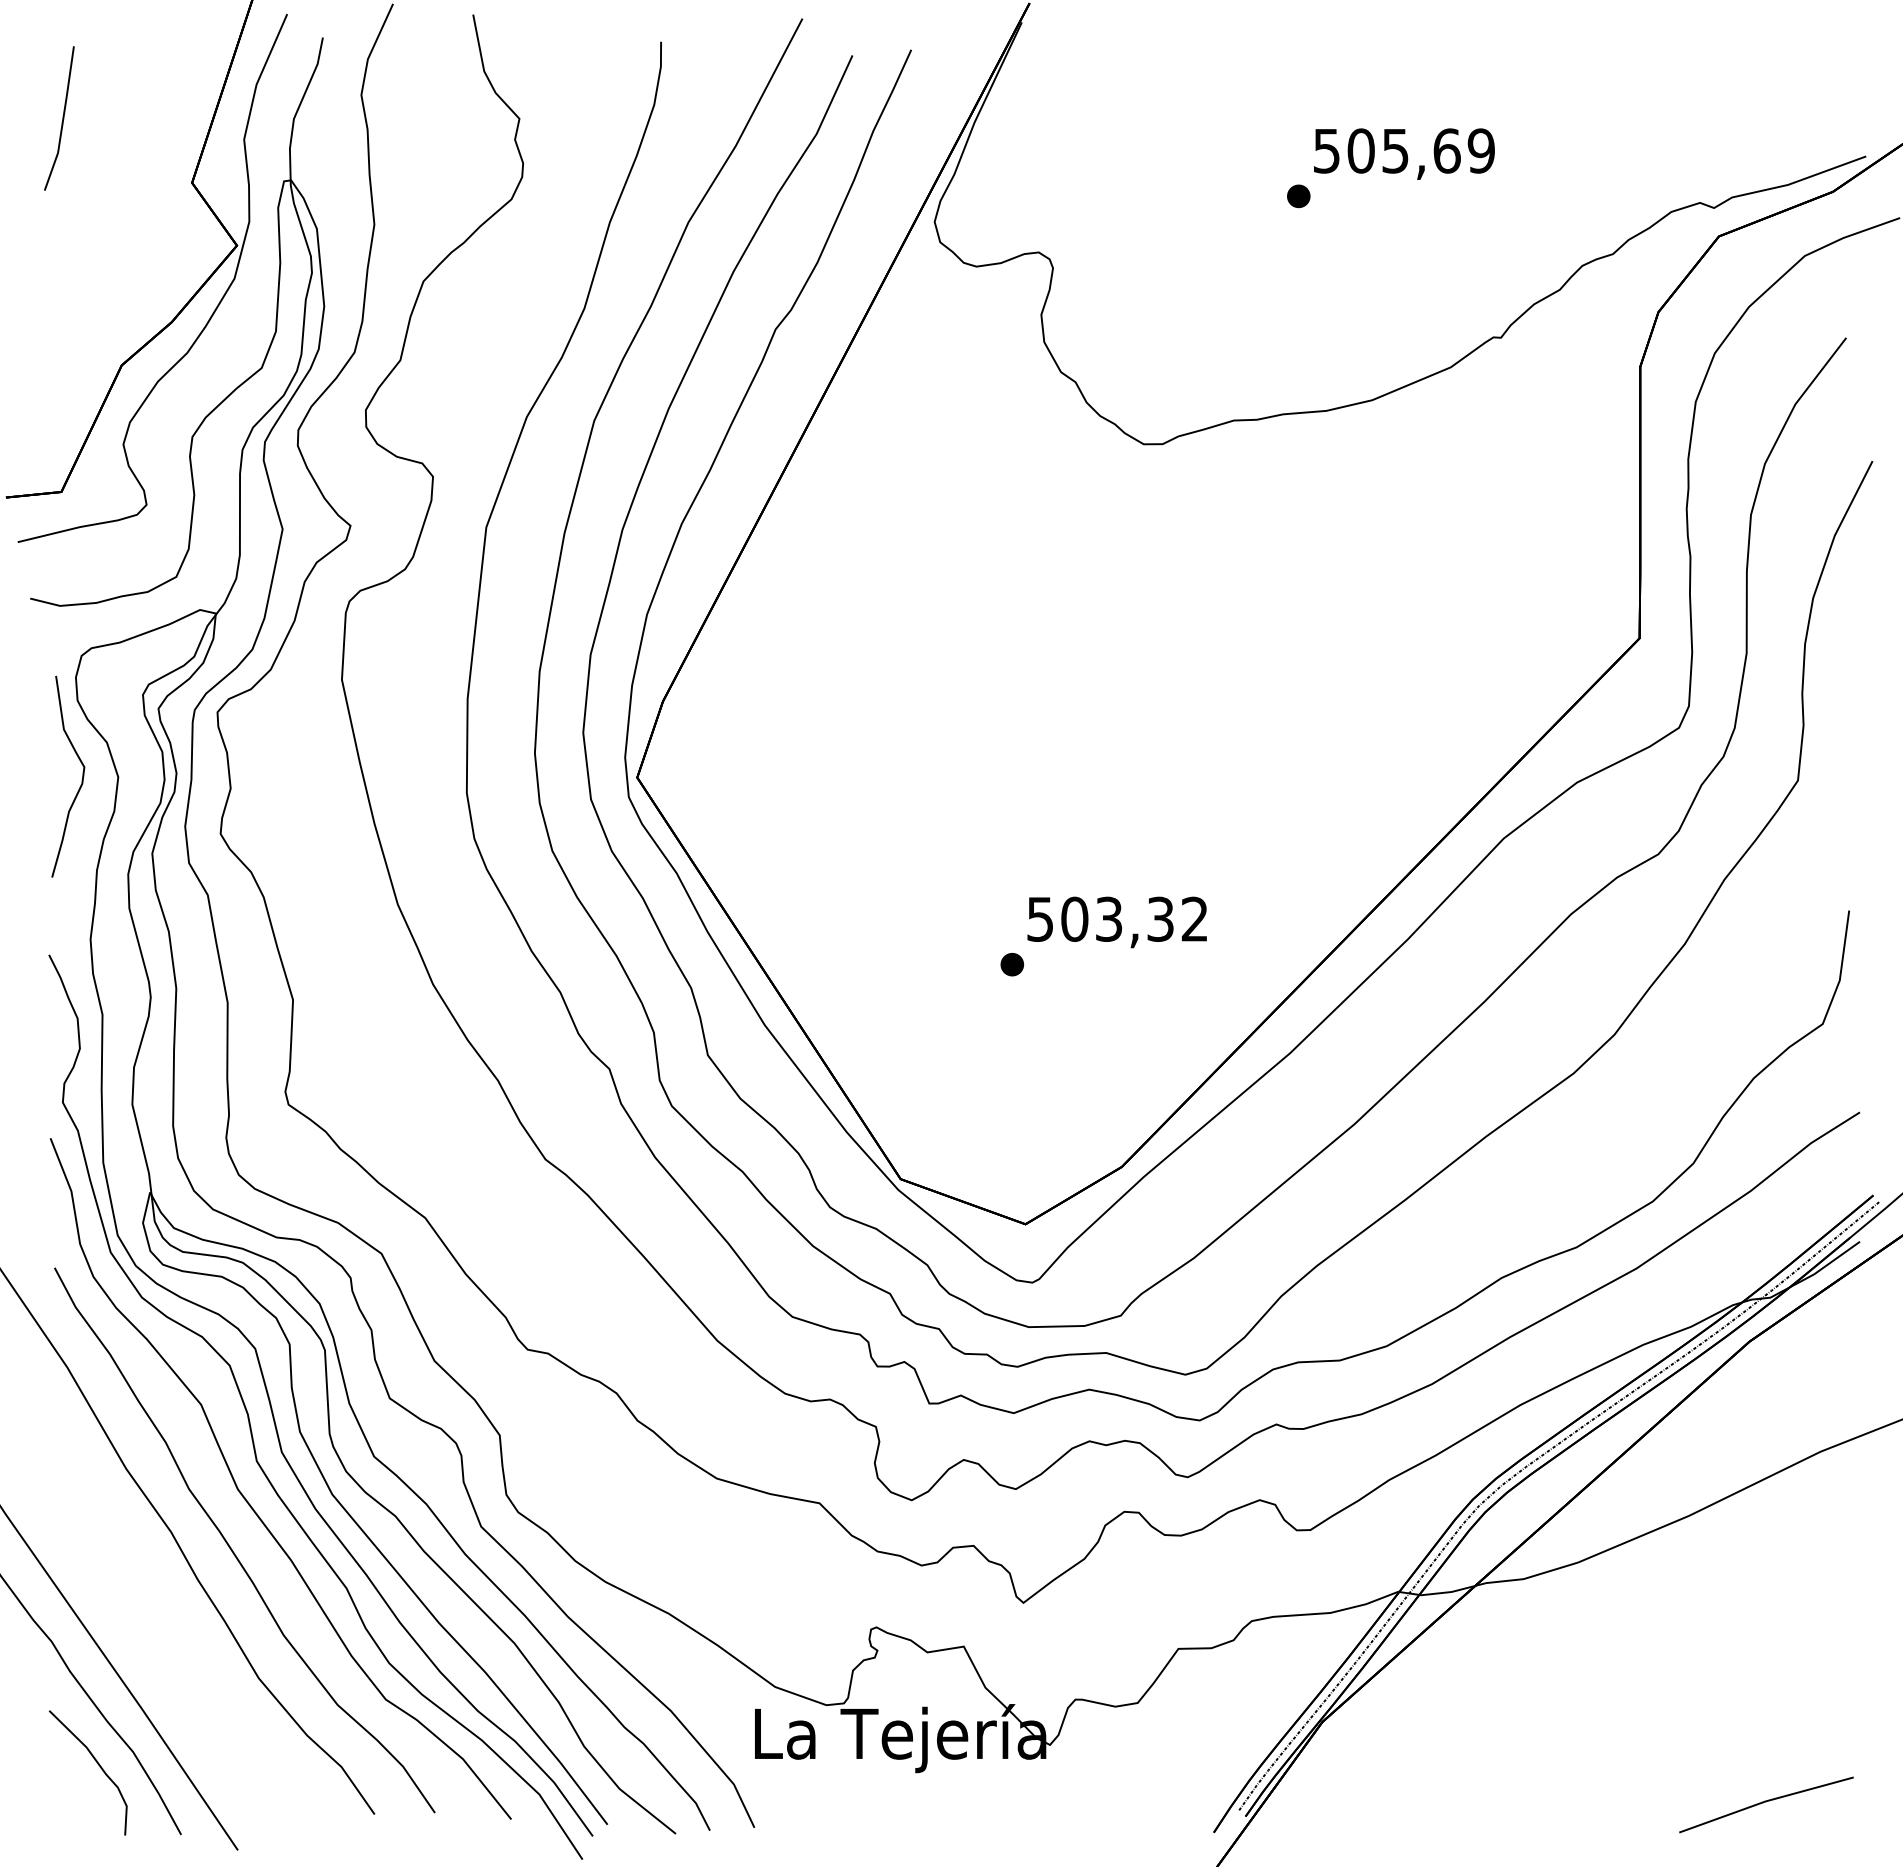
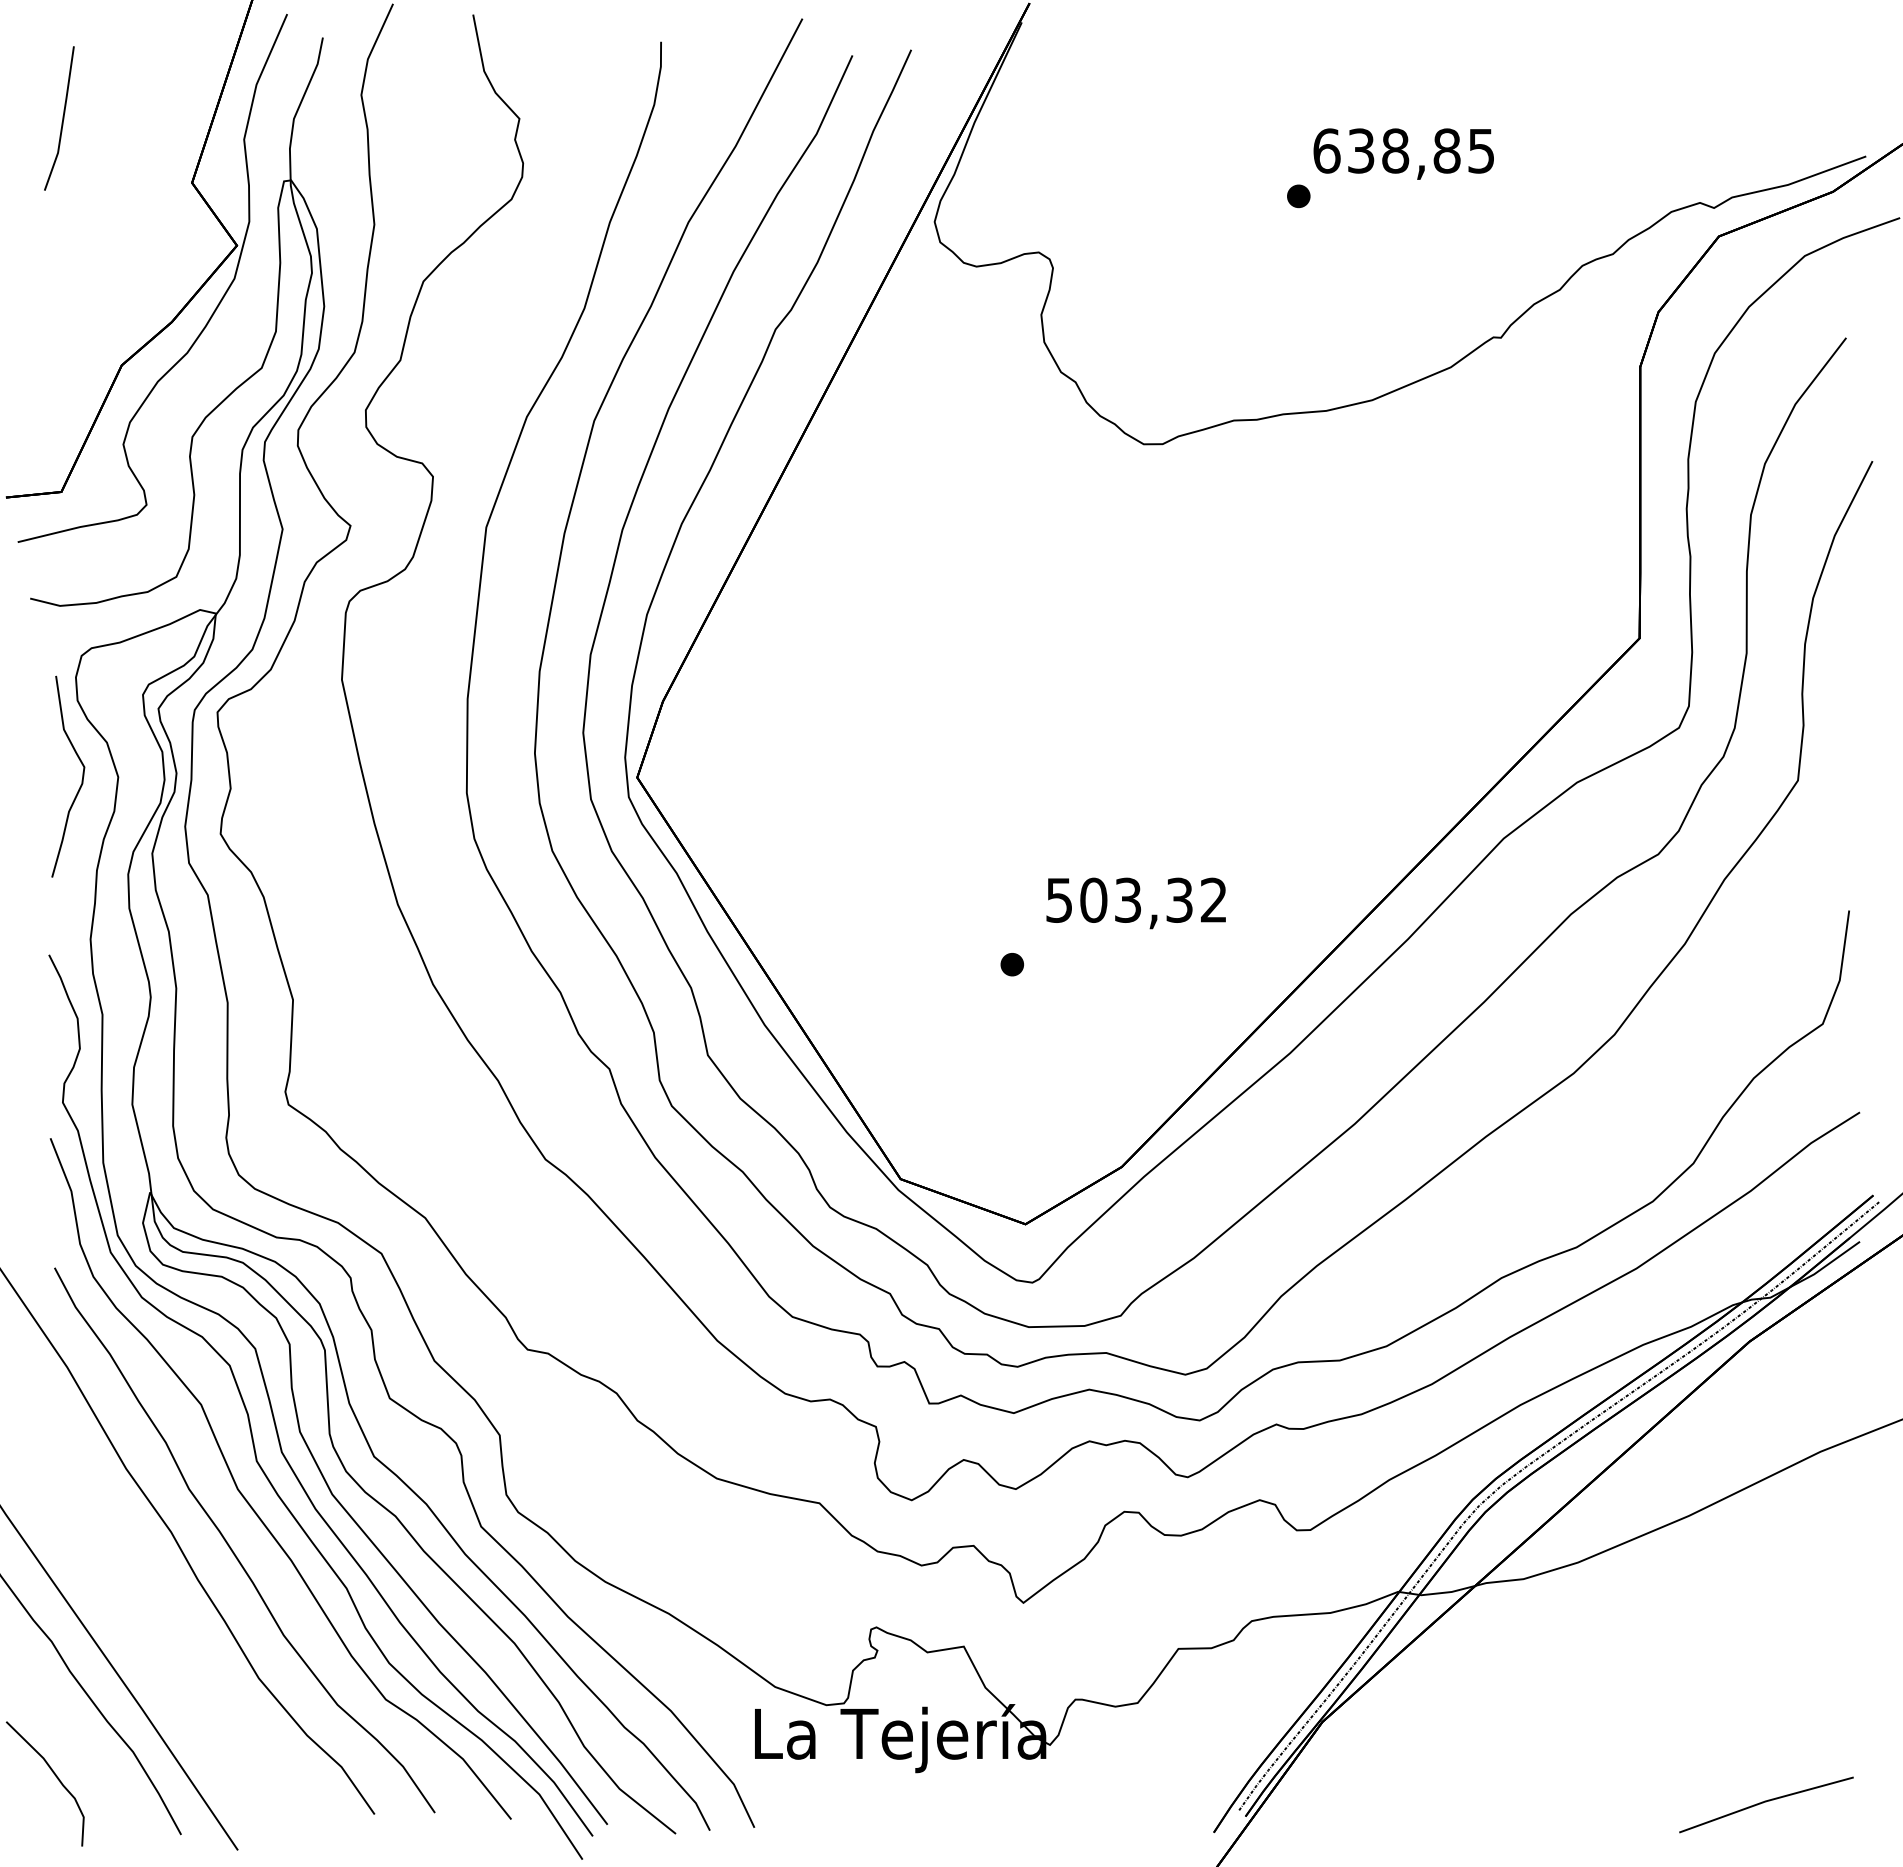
text at (1403, 150): 505,69 -> 638,85
text at (1116, 922) position: (1116, 922) -> (1135, 903)
curve at (97, 1764) position: (97, 1764) -> (54, 1775)
